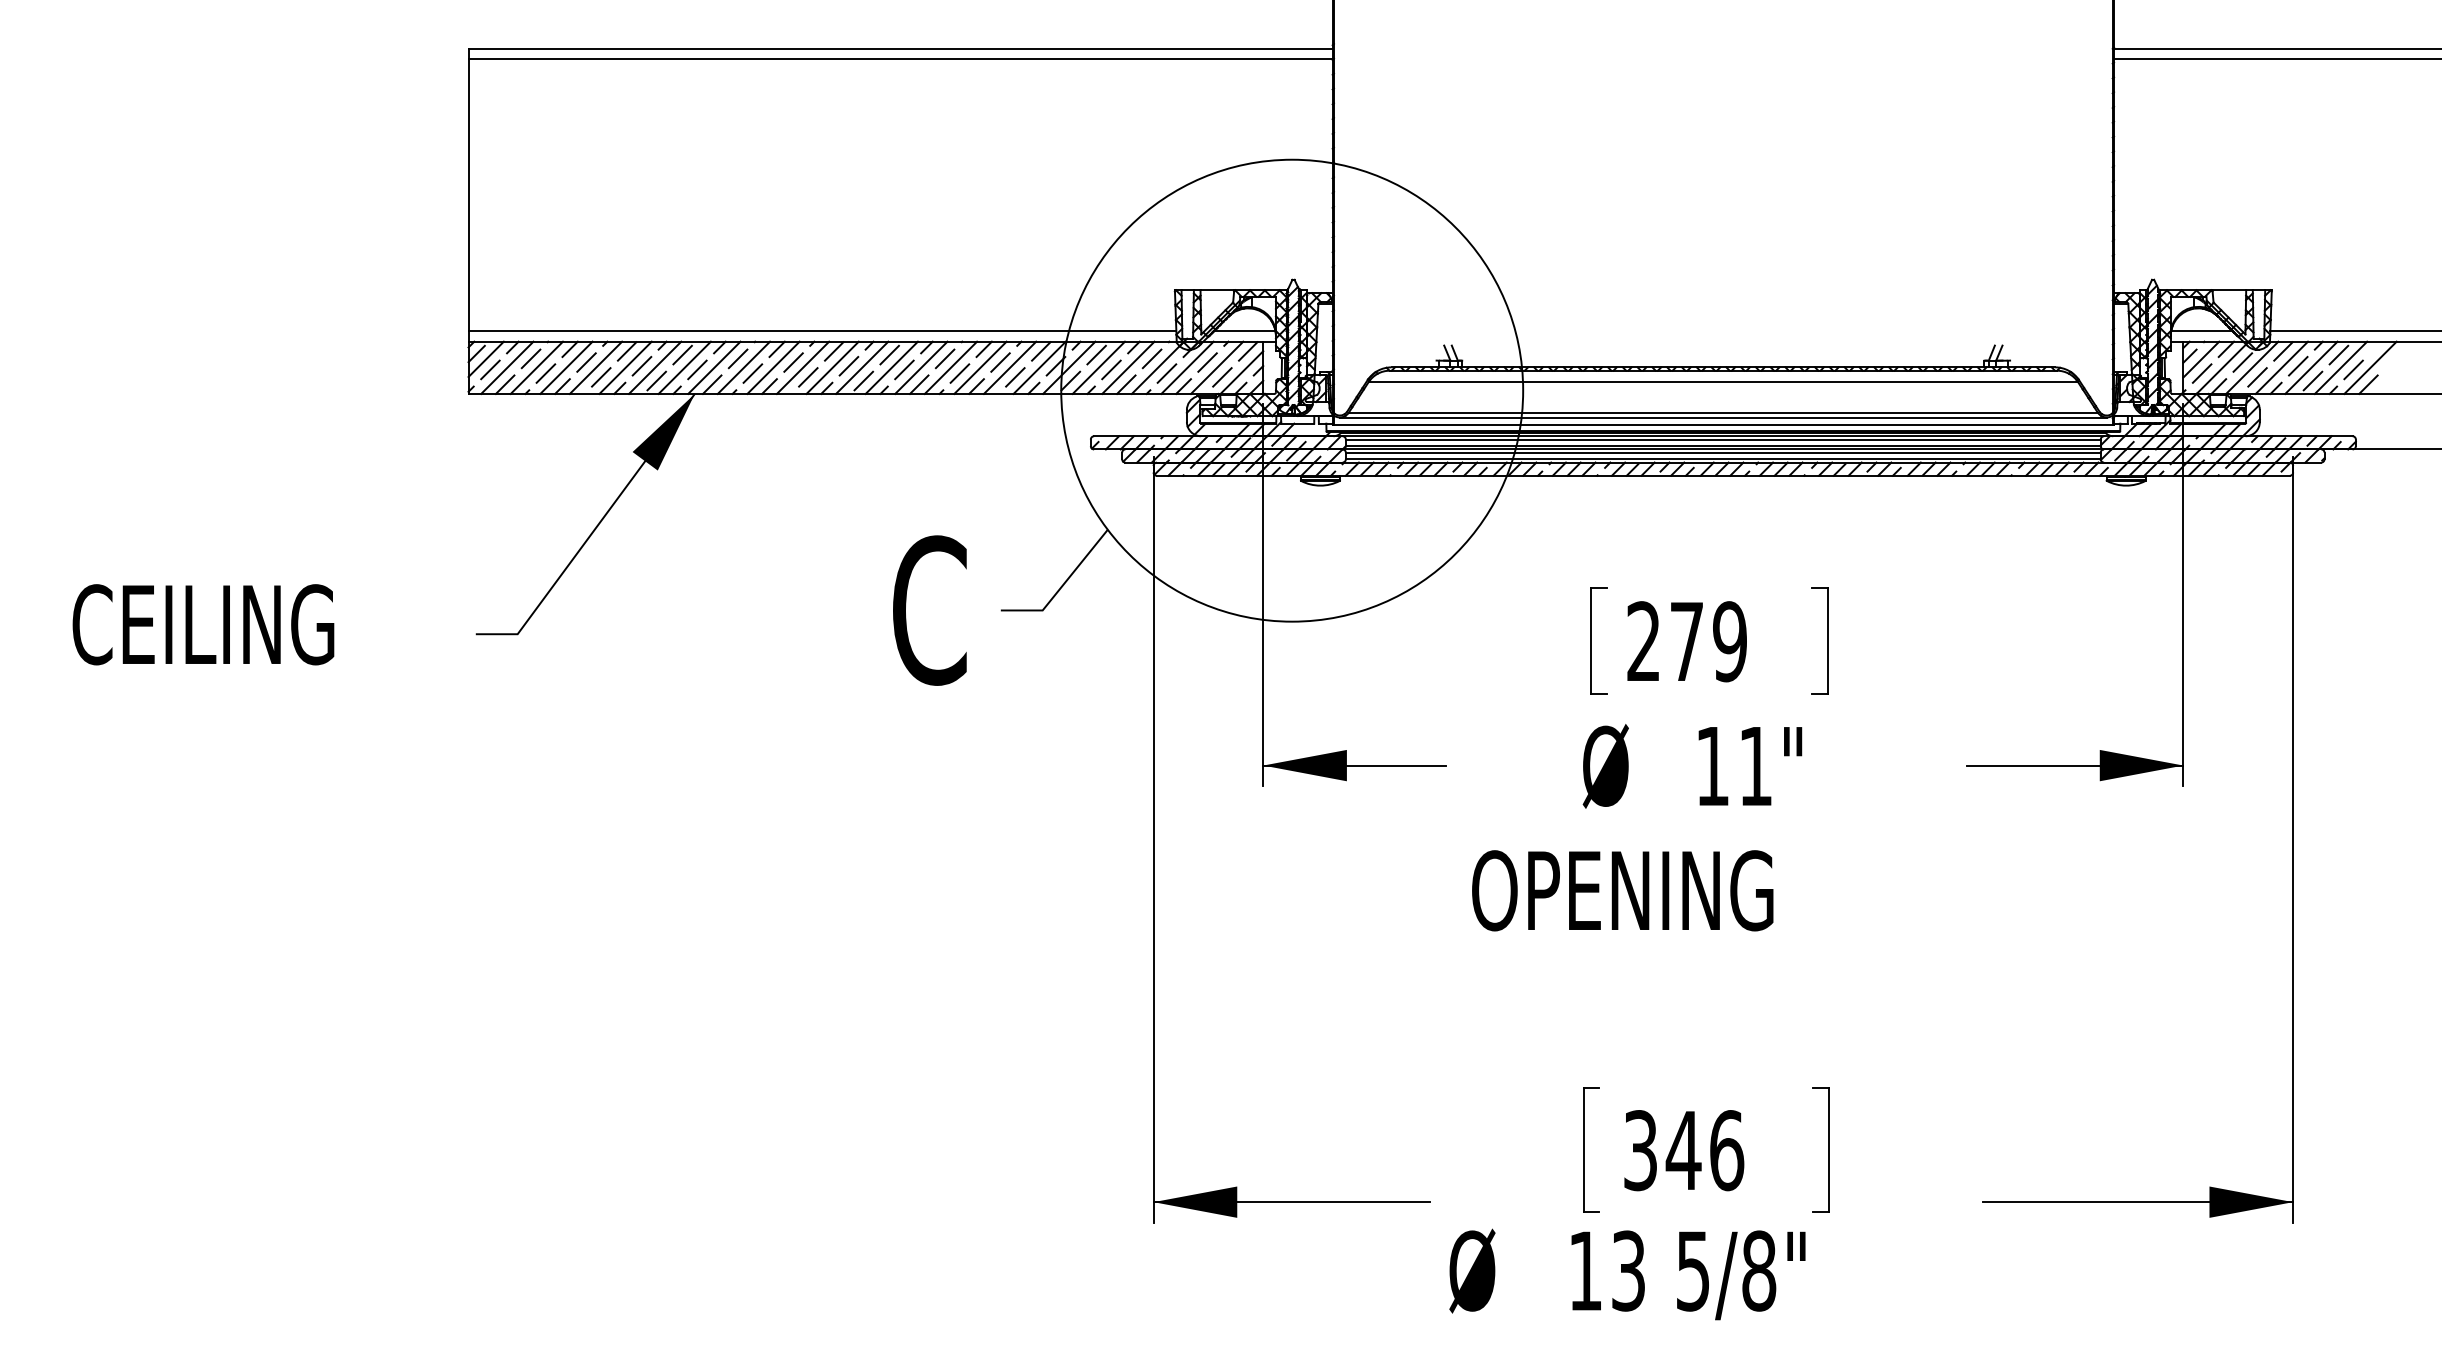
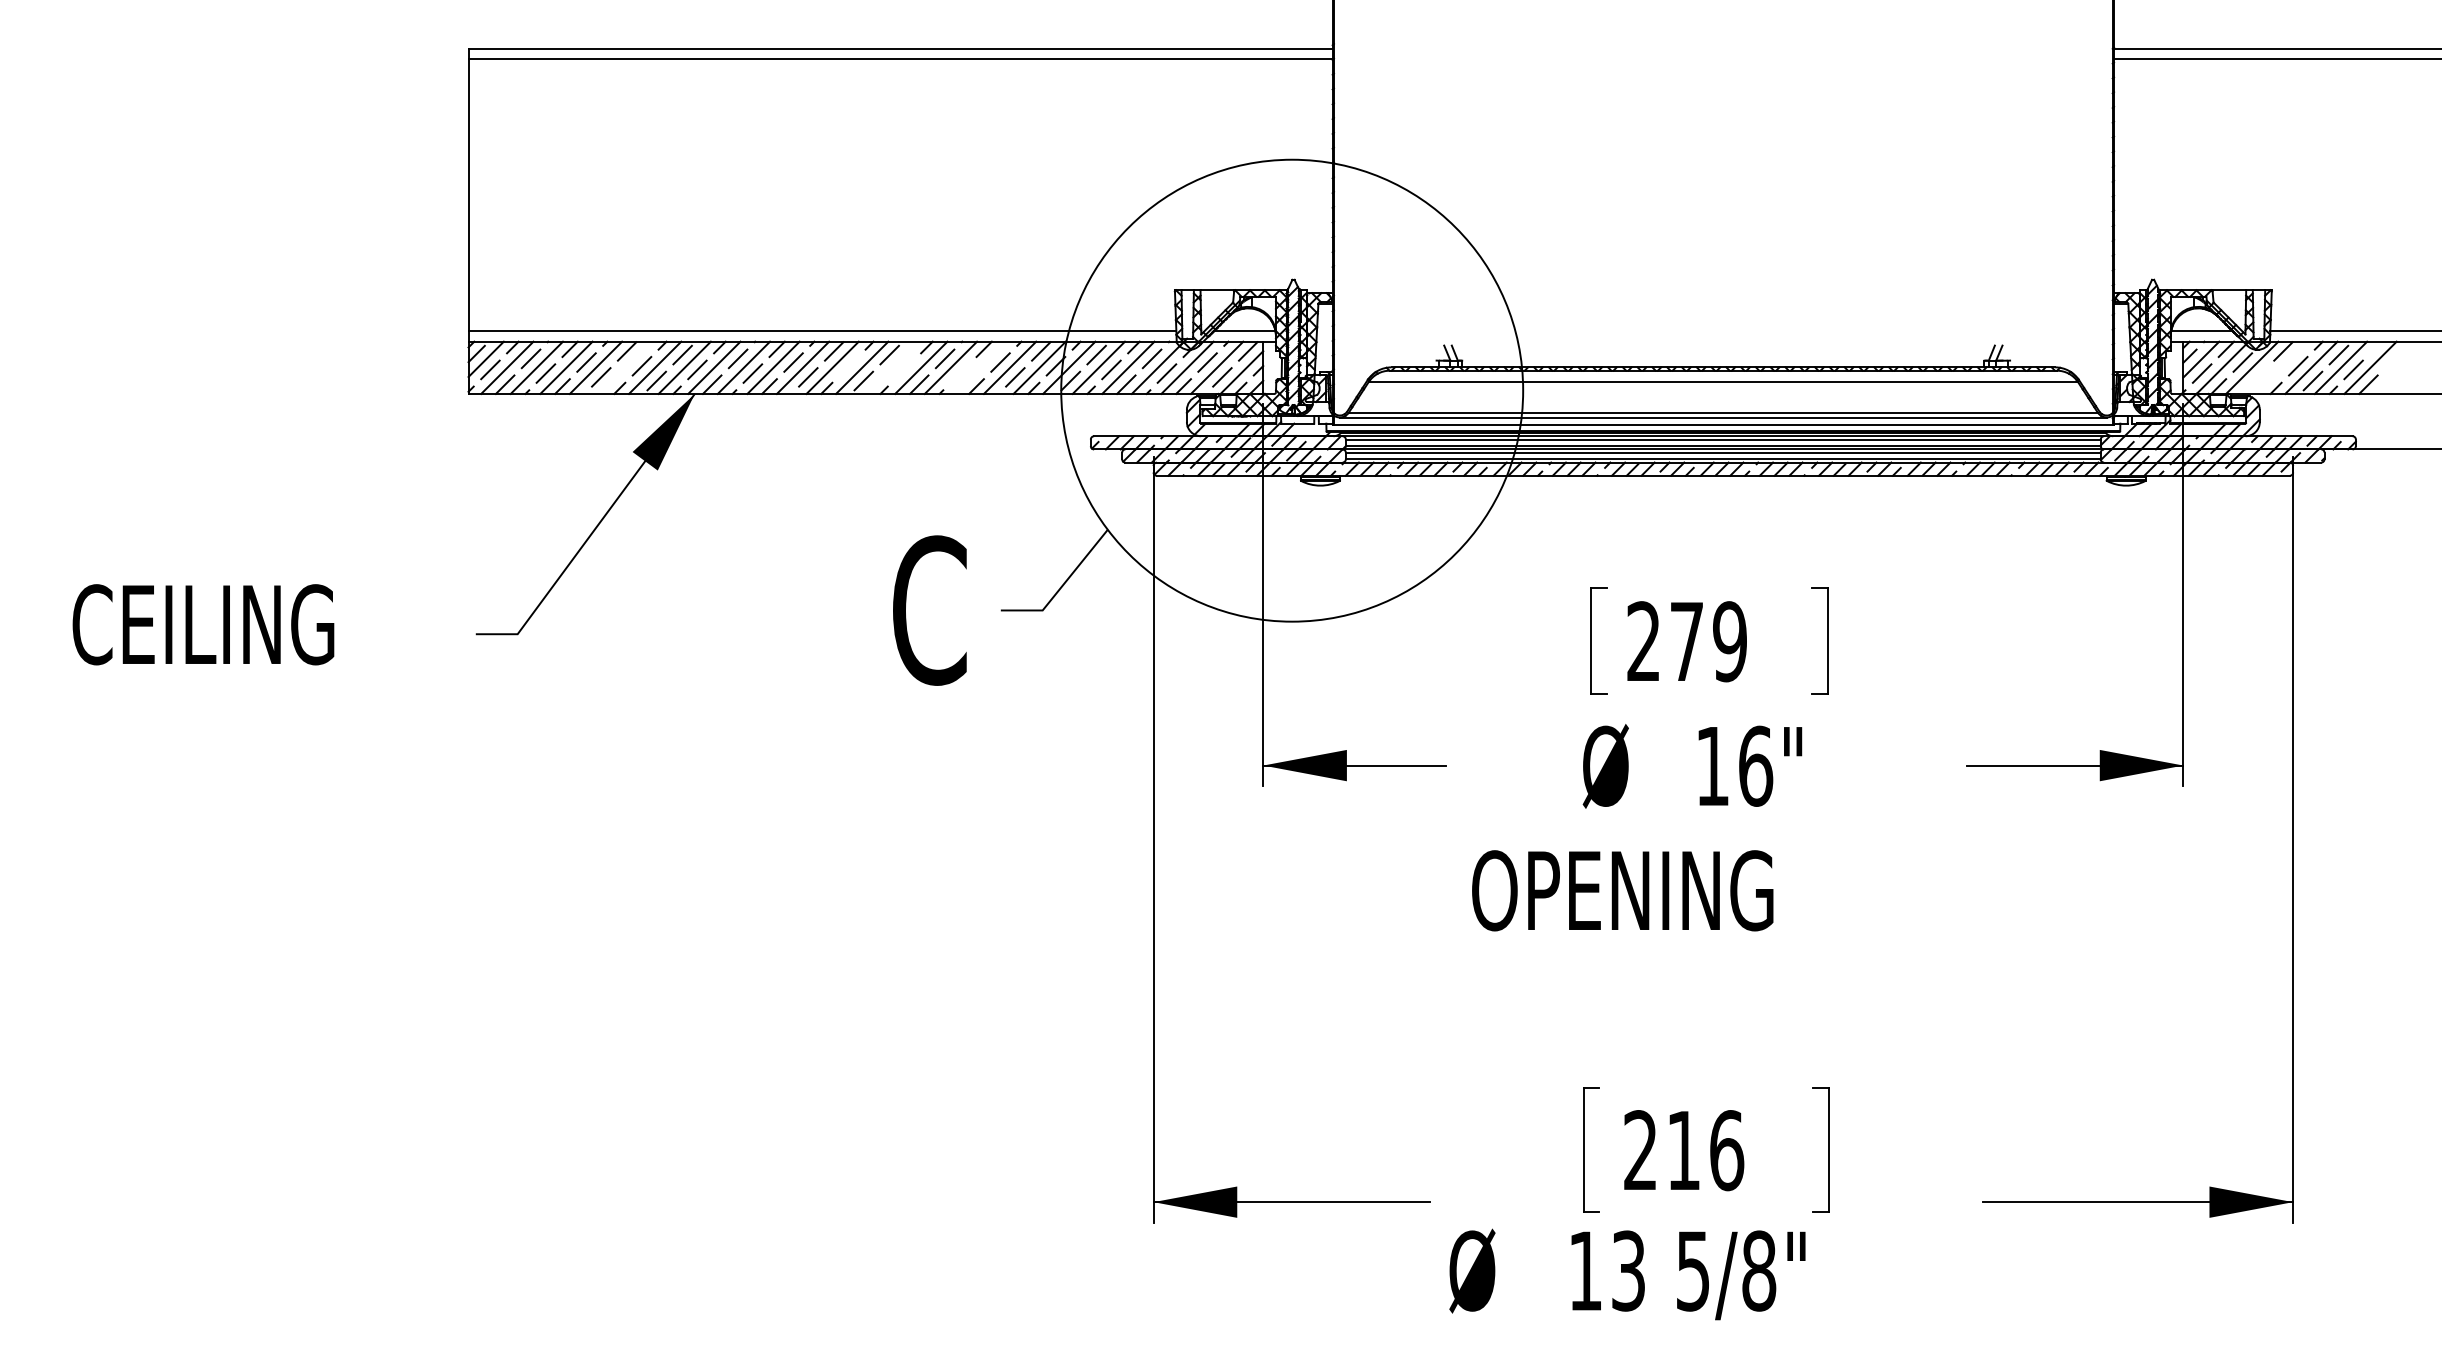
line at (848, 366): present -> none
line at (625, 367): present -> none
line at (891, 367): present -> none
line at (980, 367): present -> none
line at (2281, 367): present -> none
line at (904, 369): present -> none
line at (959, 373): present -> none
line at (2257, 377): present -> none
text at (1756, 765): 11" -> 16"
text at (1662, 1150): 346 -> 216
